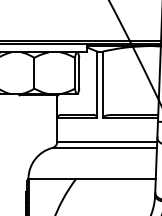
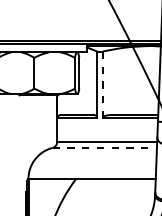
line at (102, 84): solid -> dashed
line at (105, 147): solid -> dashed
